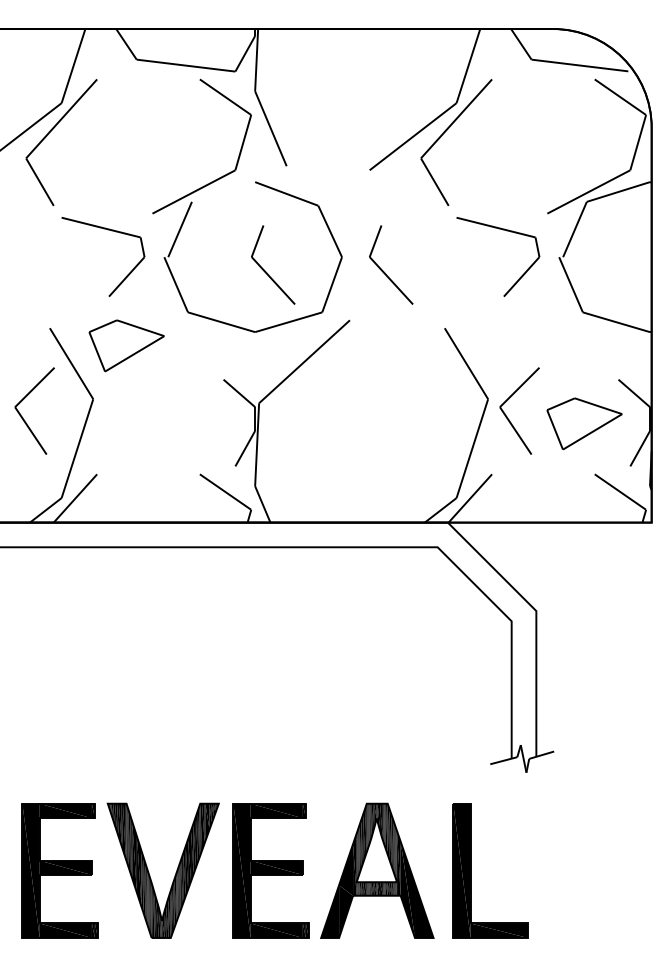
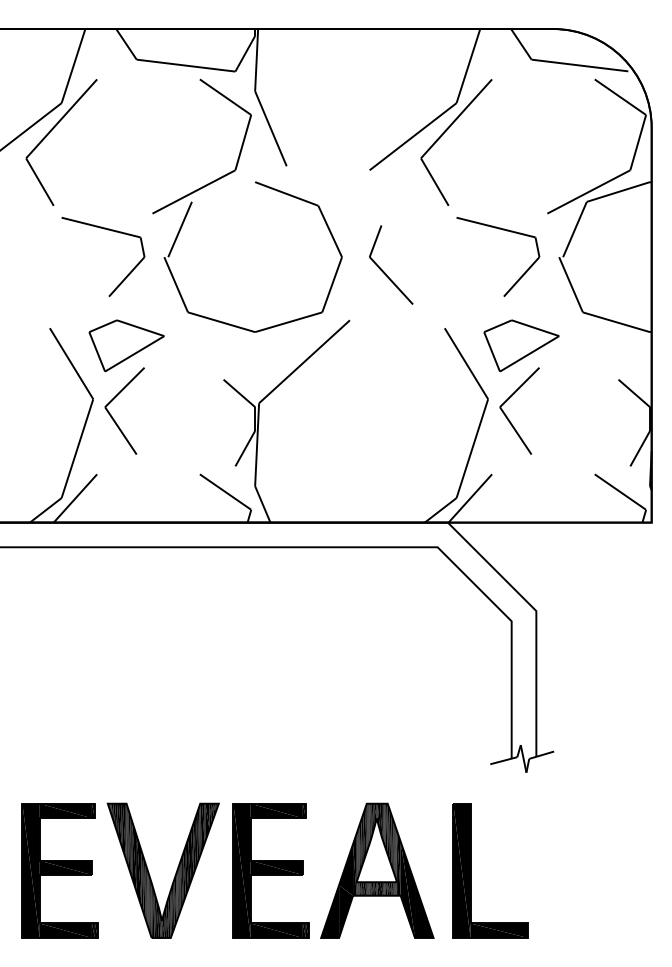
part at (266, 271): present -> none
part at (23, 417) position: (23, 417) -> (113, 417)
part at (584, 423) position: (584, 423) -> (521, 345)
